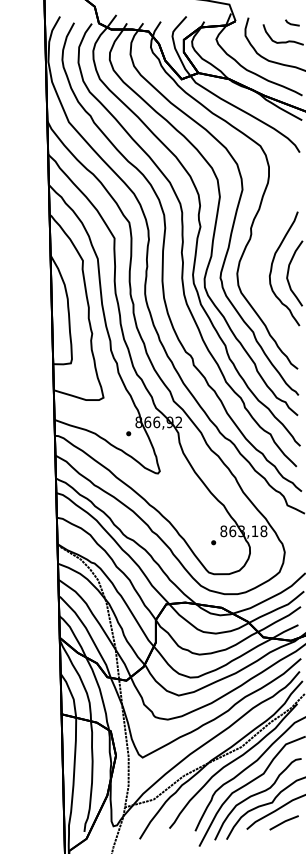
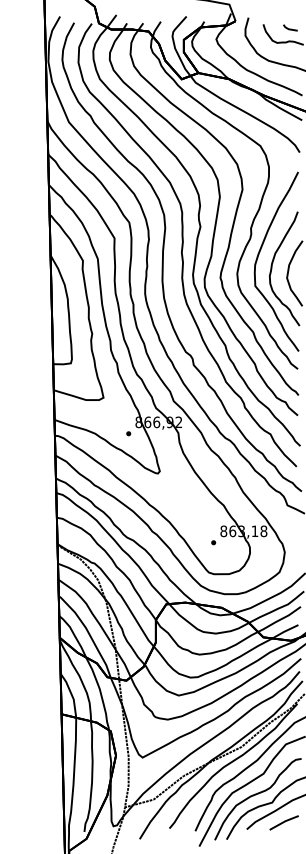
line at (292, 23) position: (292, 23) -> (290, 28)
curve at (258, 258): none -> present
